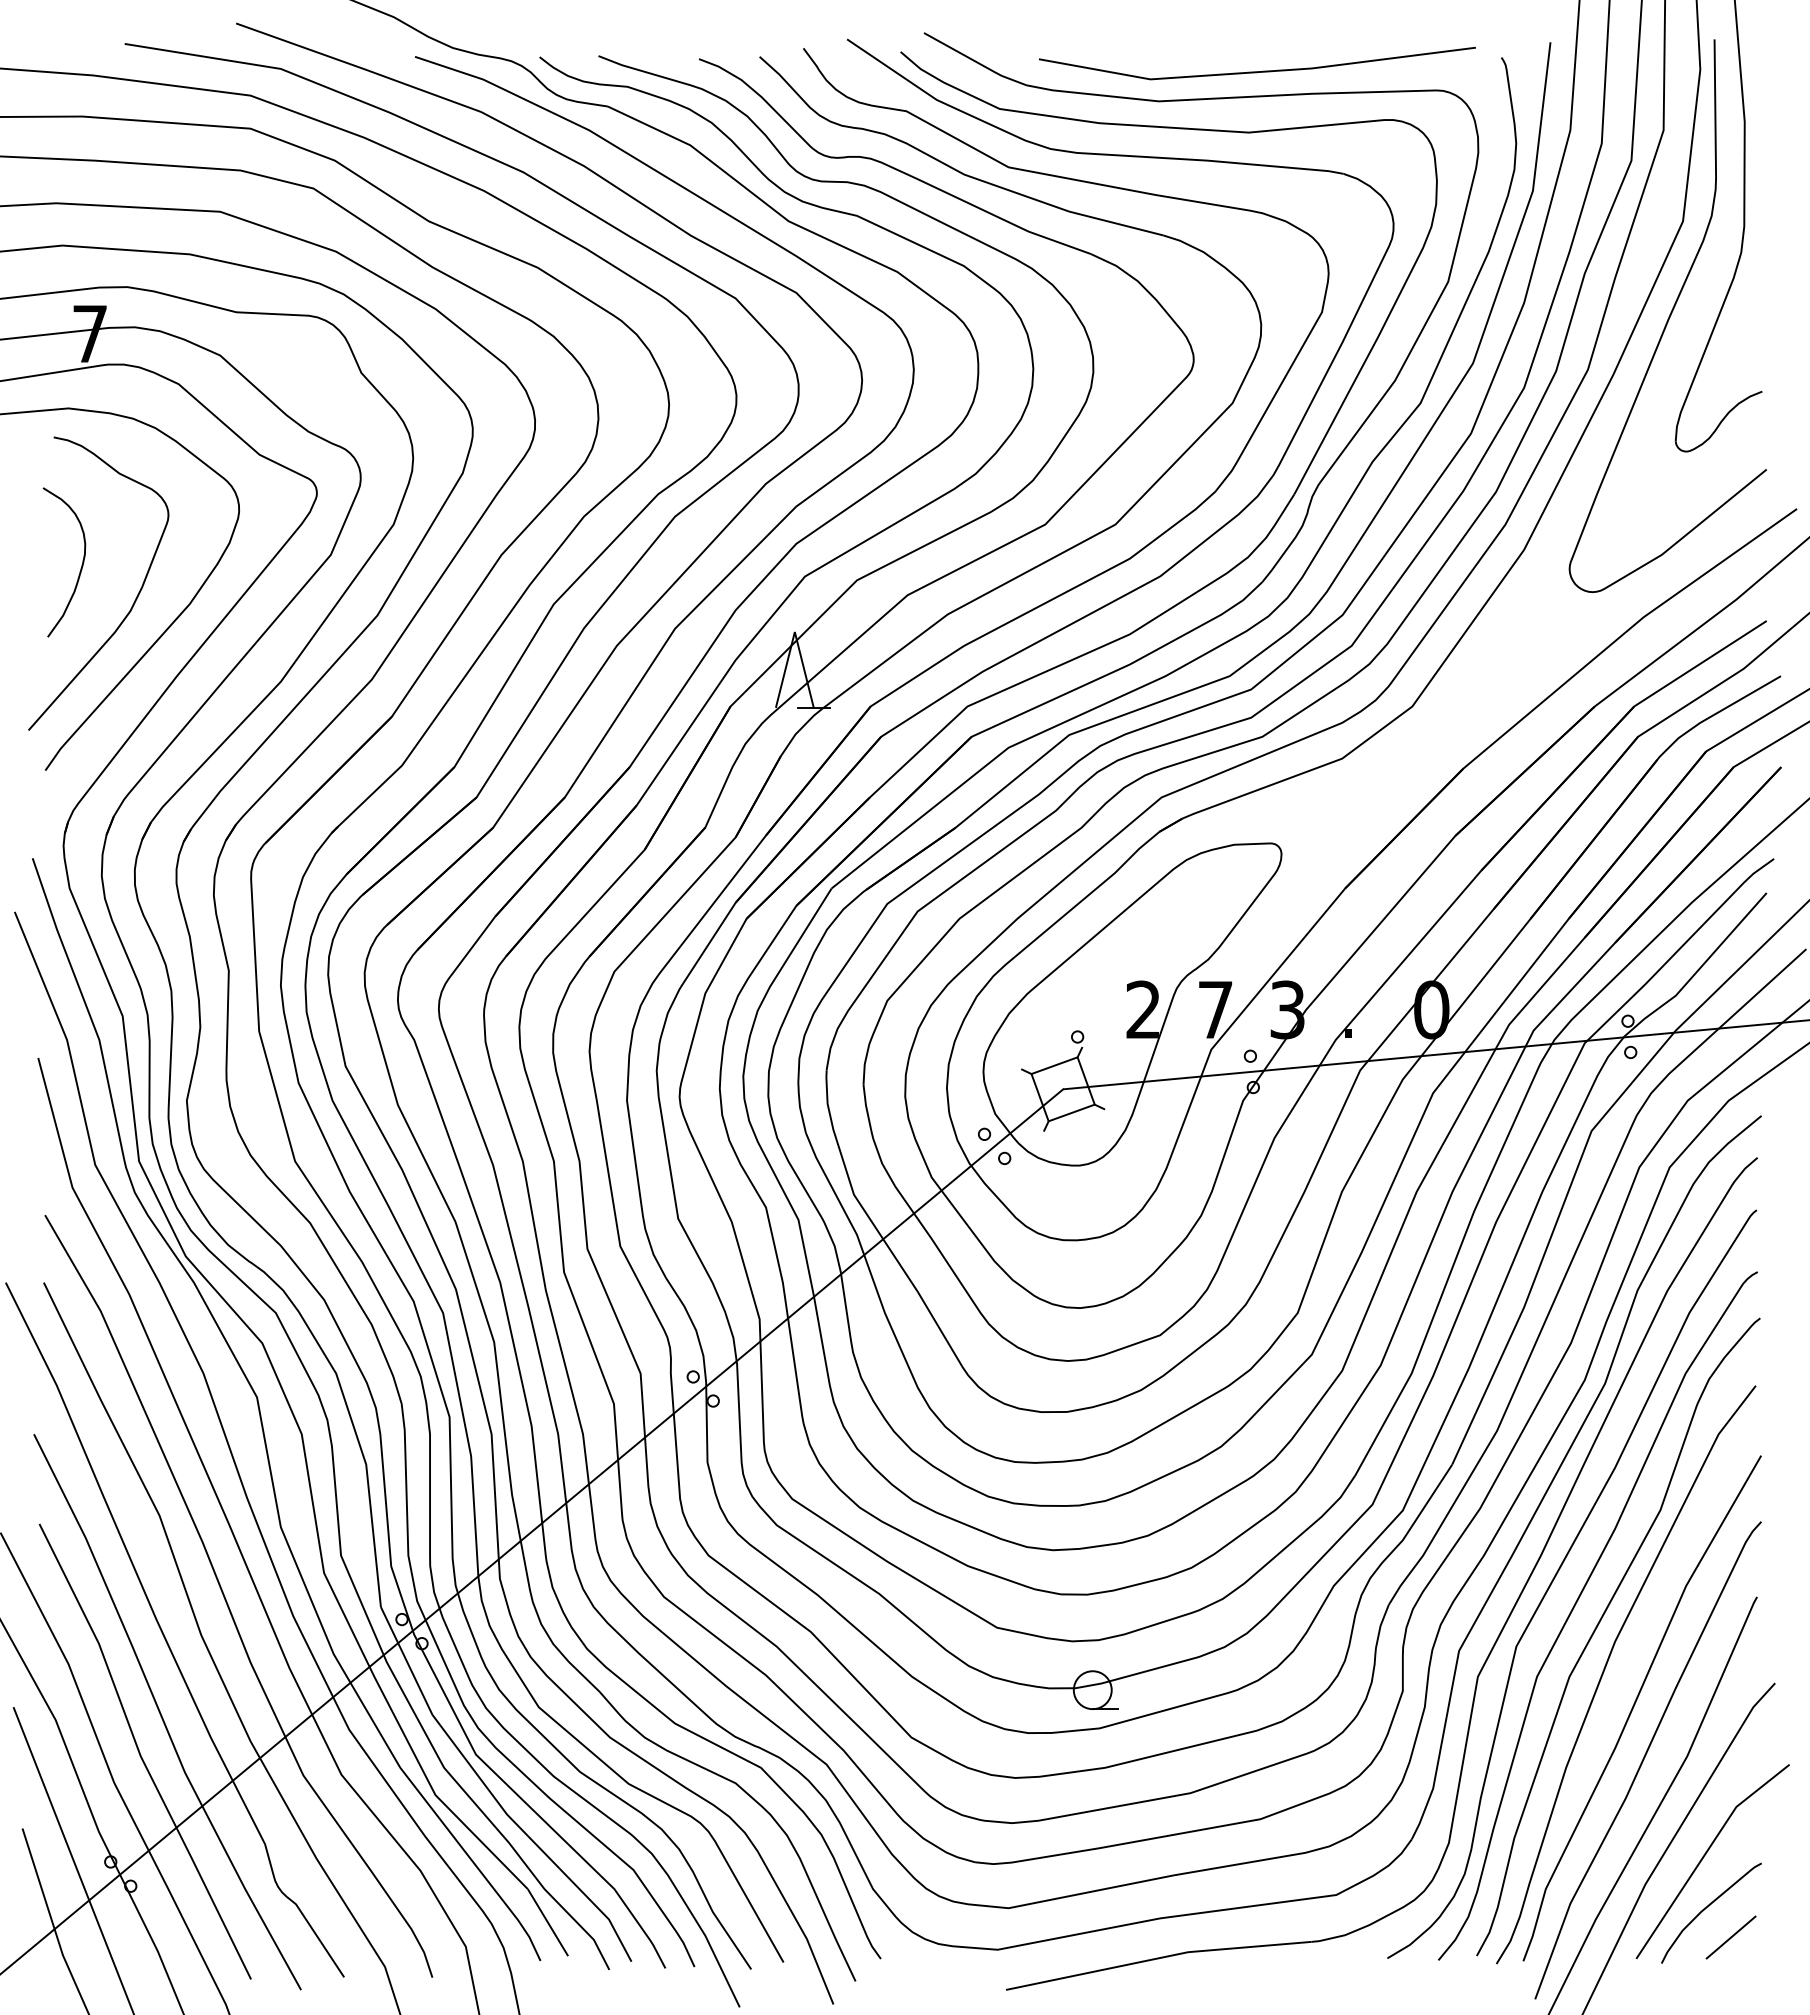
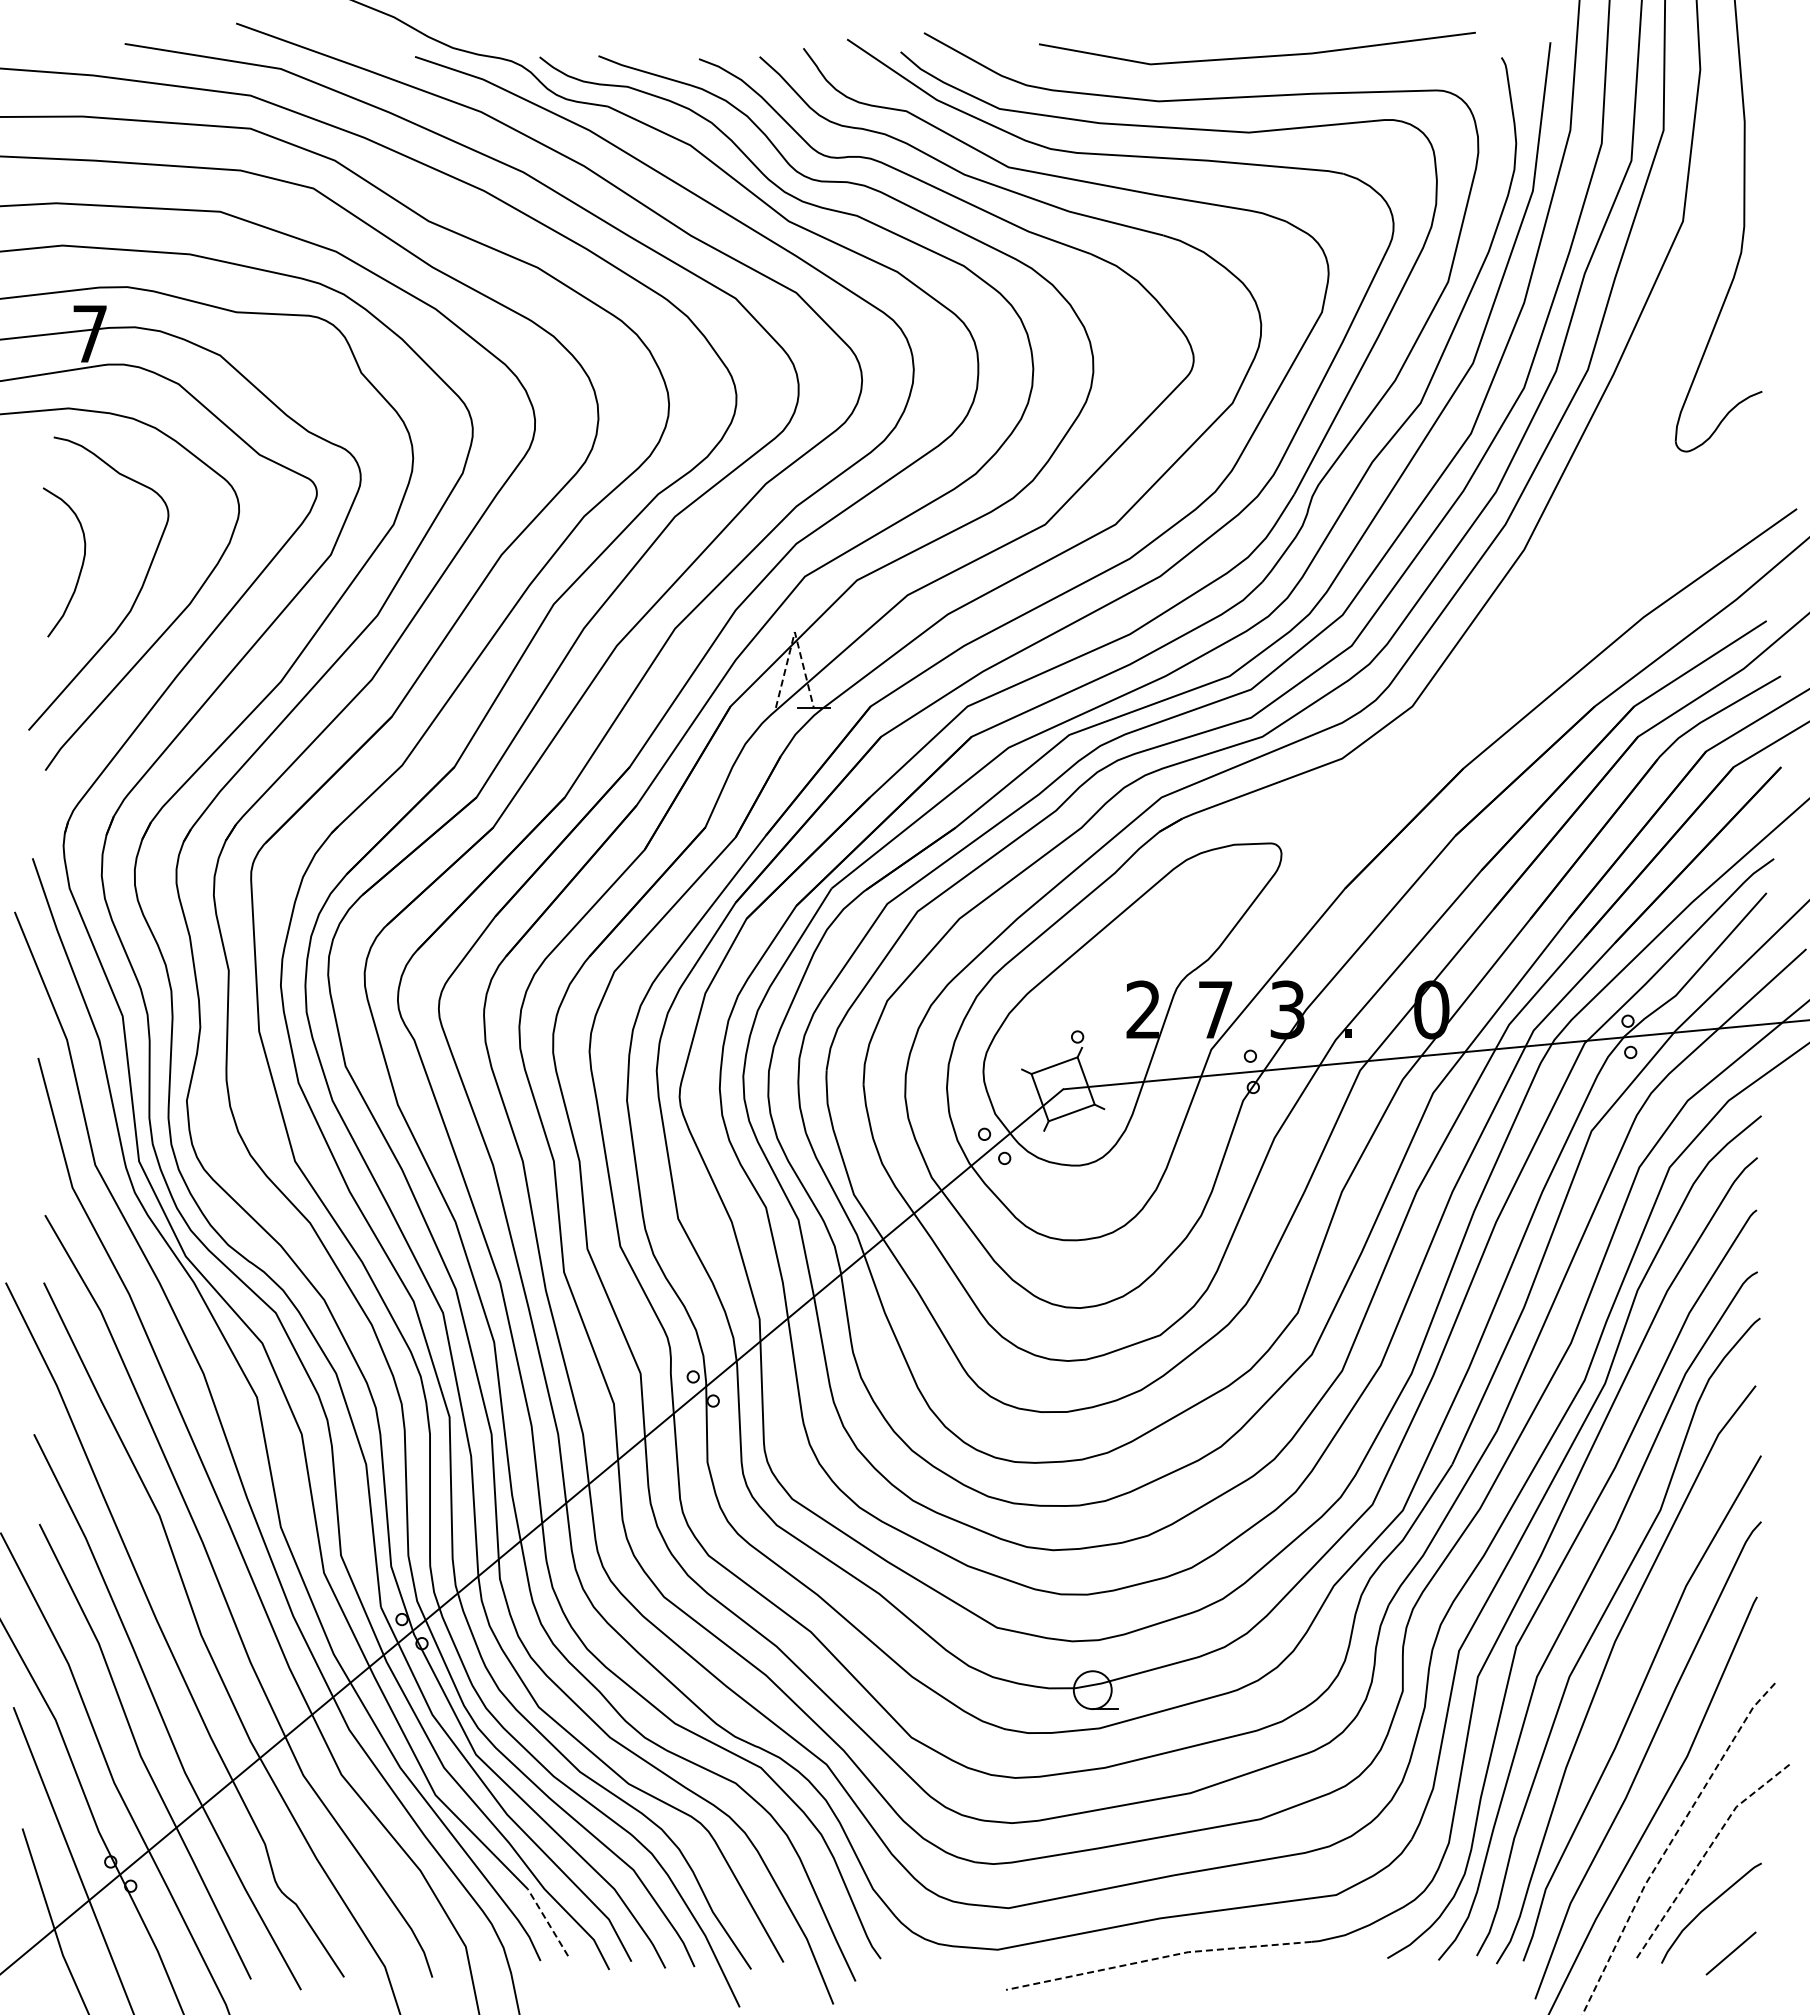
line at (1257, 71) position: (1257, 71) -> (1257, 56)
curve at (1668, 316): present -> none
line at (794, 632): solid -> dashed
line at (1670, 1843): solid -> dashed
line at (1705, 1854): solid -> dashed
line at (547, 1922): solid -> dashed
line at (1730, 1937) position: (1730, 1937) -> (1730, 1953)
line at (1157, 1958): solid -> dashed
